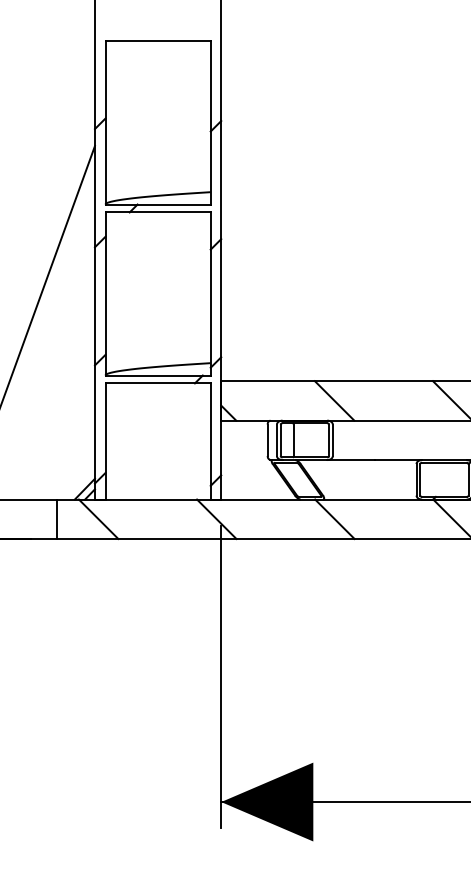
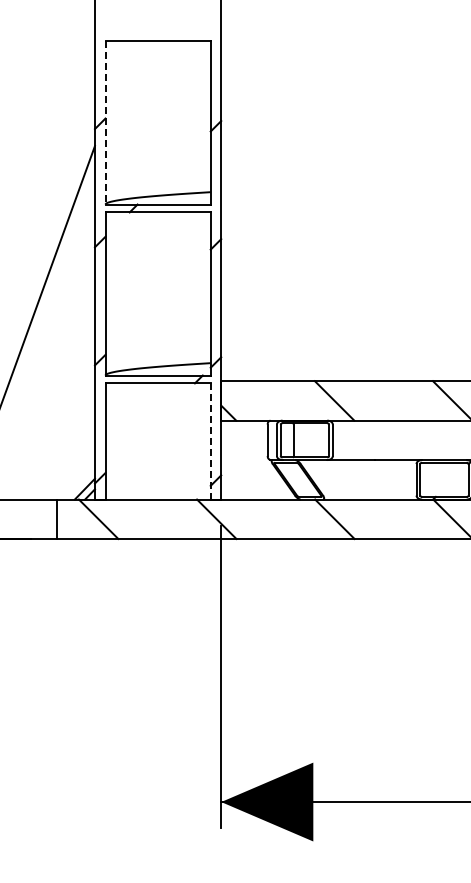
line at (105, 123): solid -> dashed
line at (210, 440): solid -> dashed
